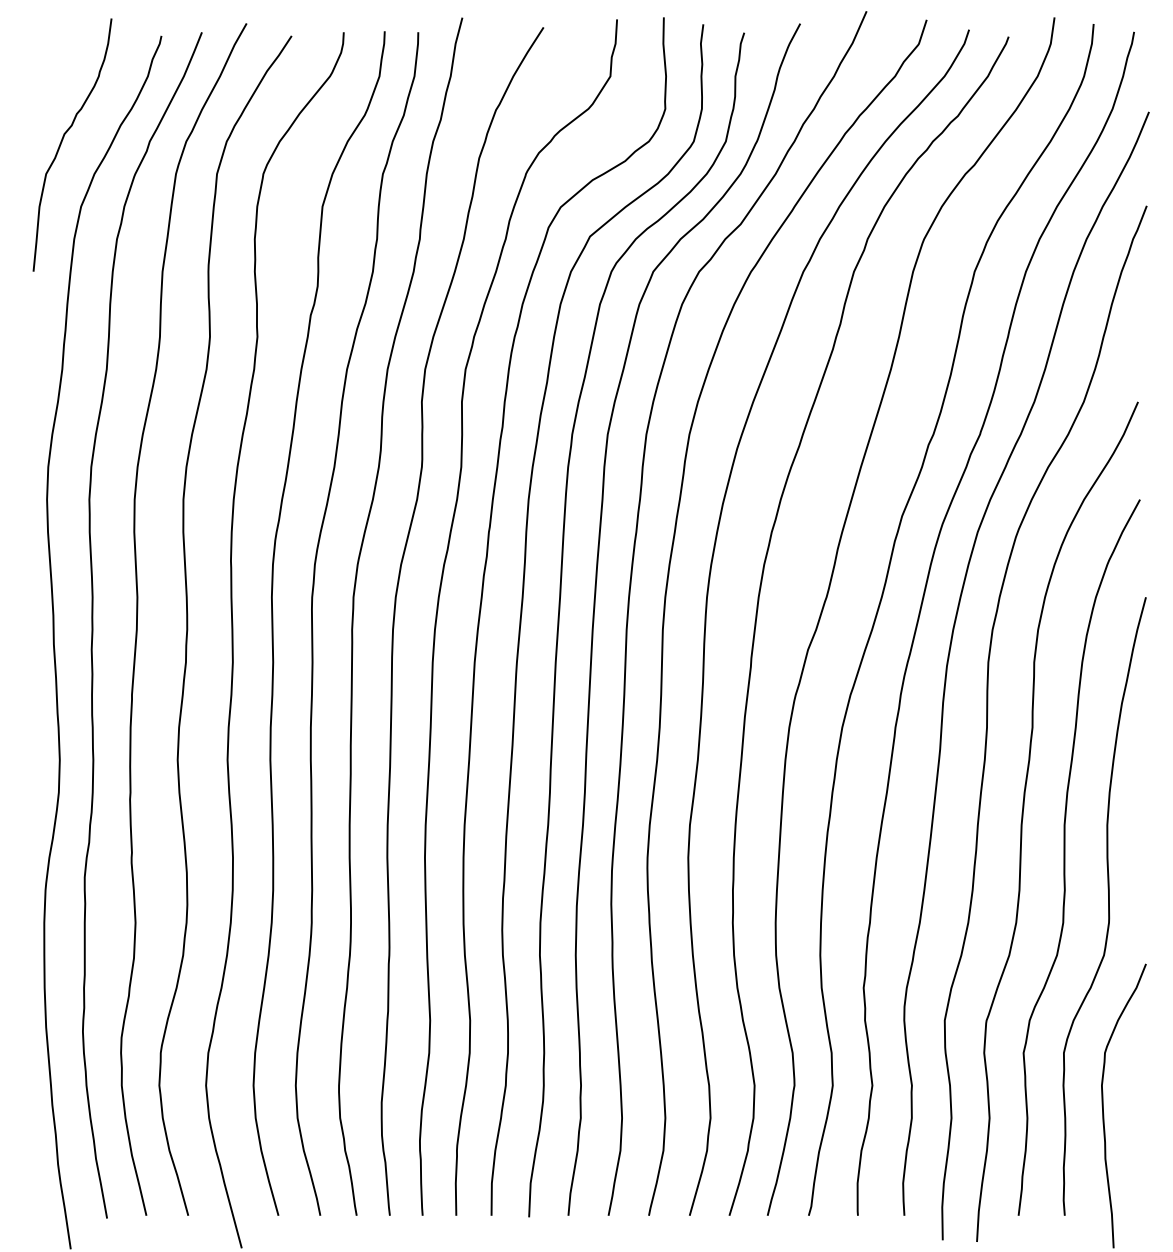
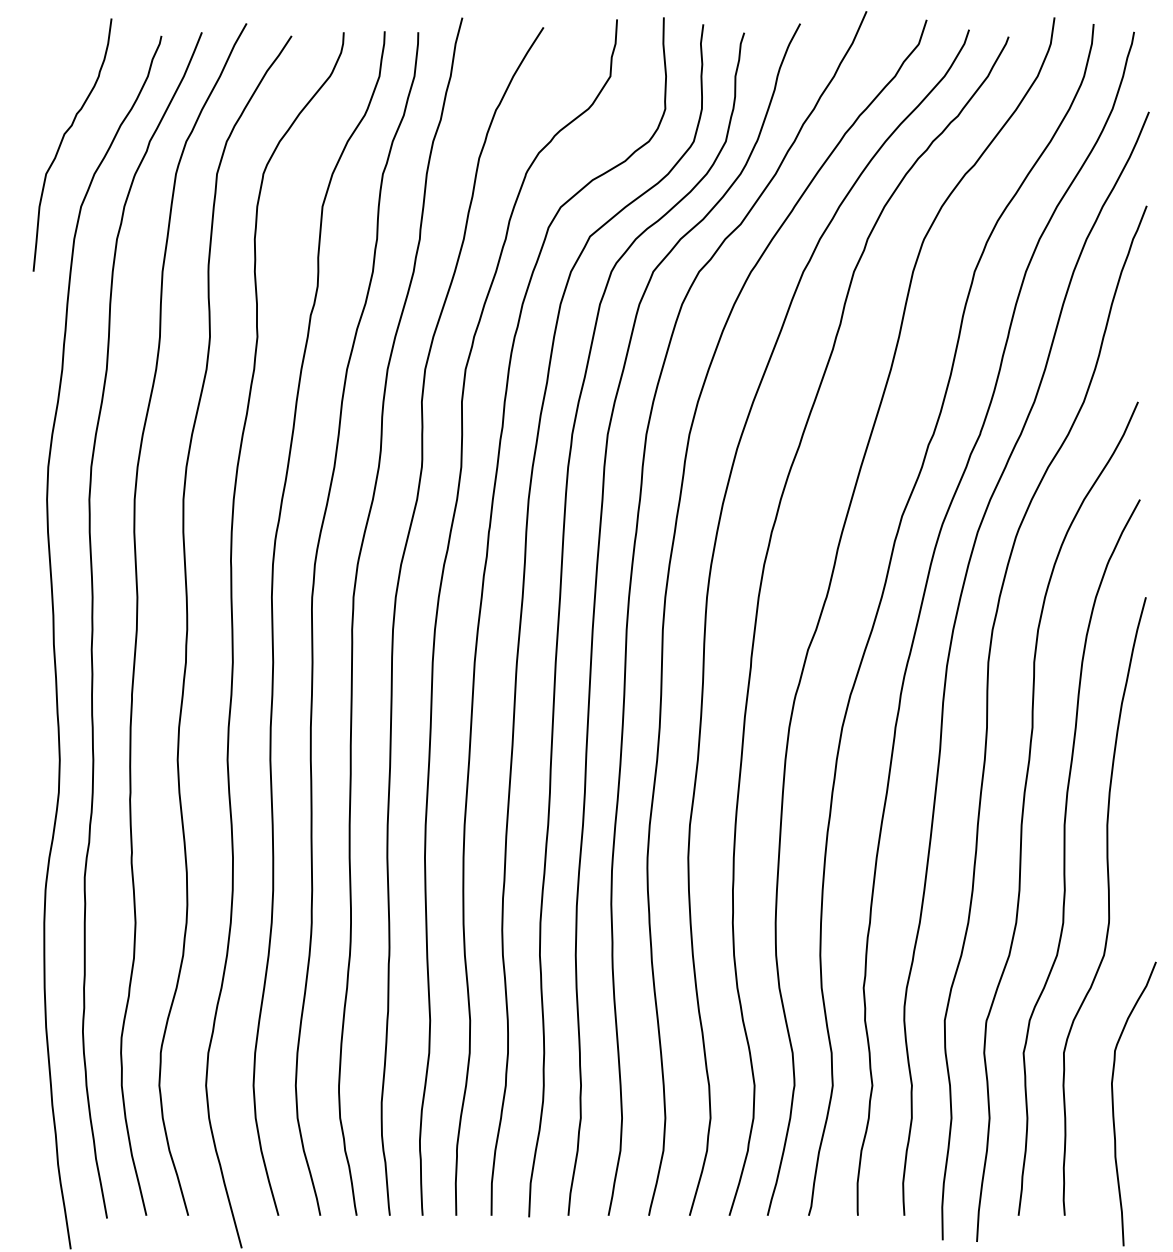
curve at (1103, 1105) position: (1103, 1105) -> (1113, 1103)
